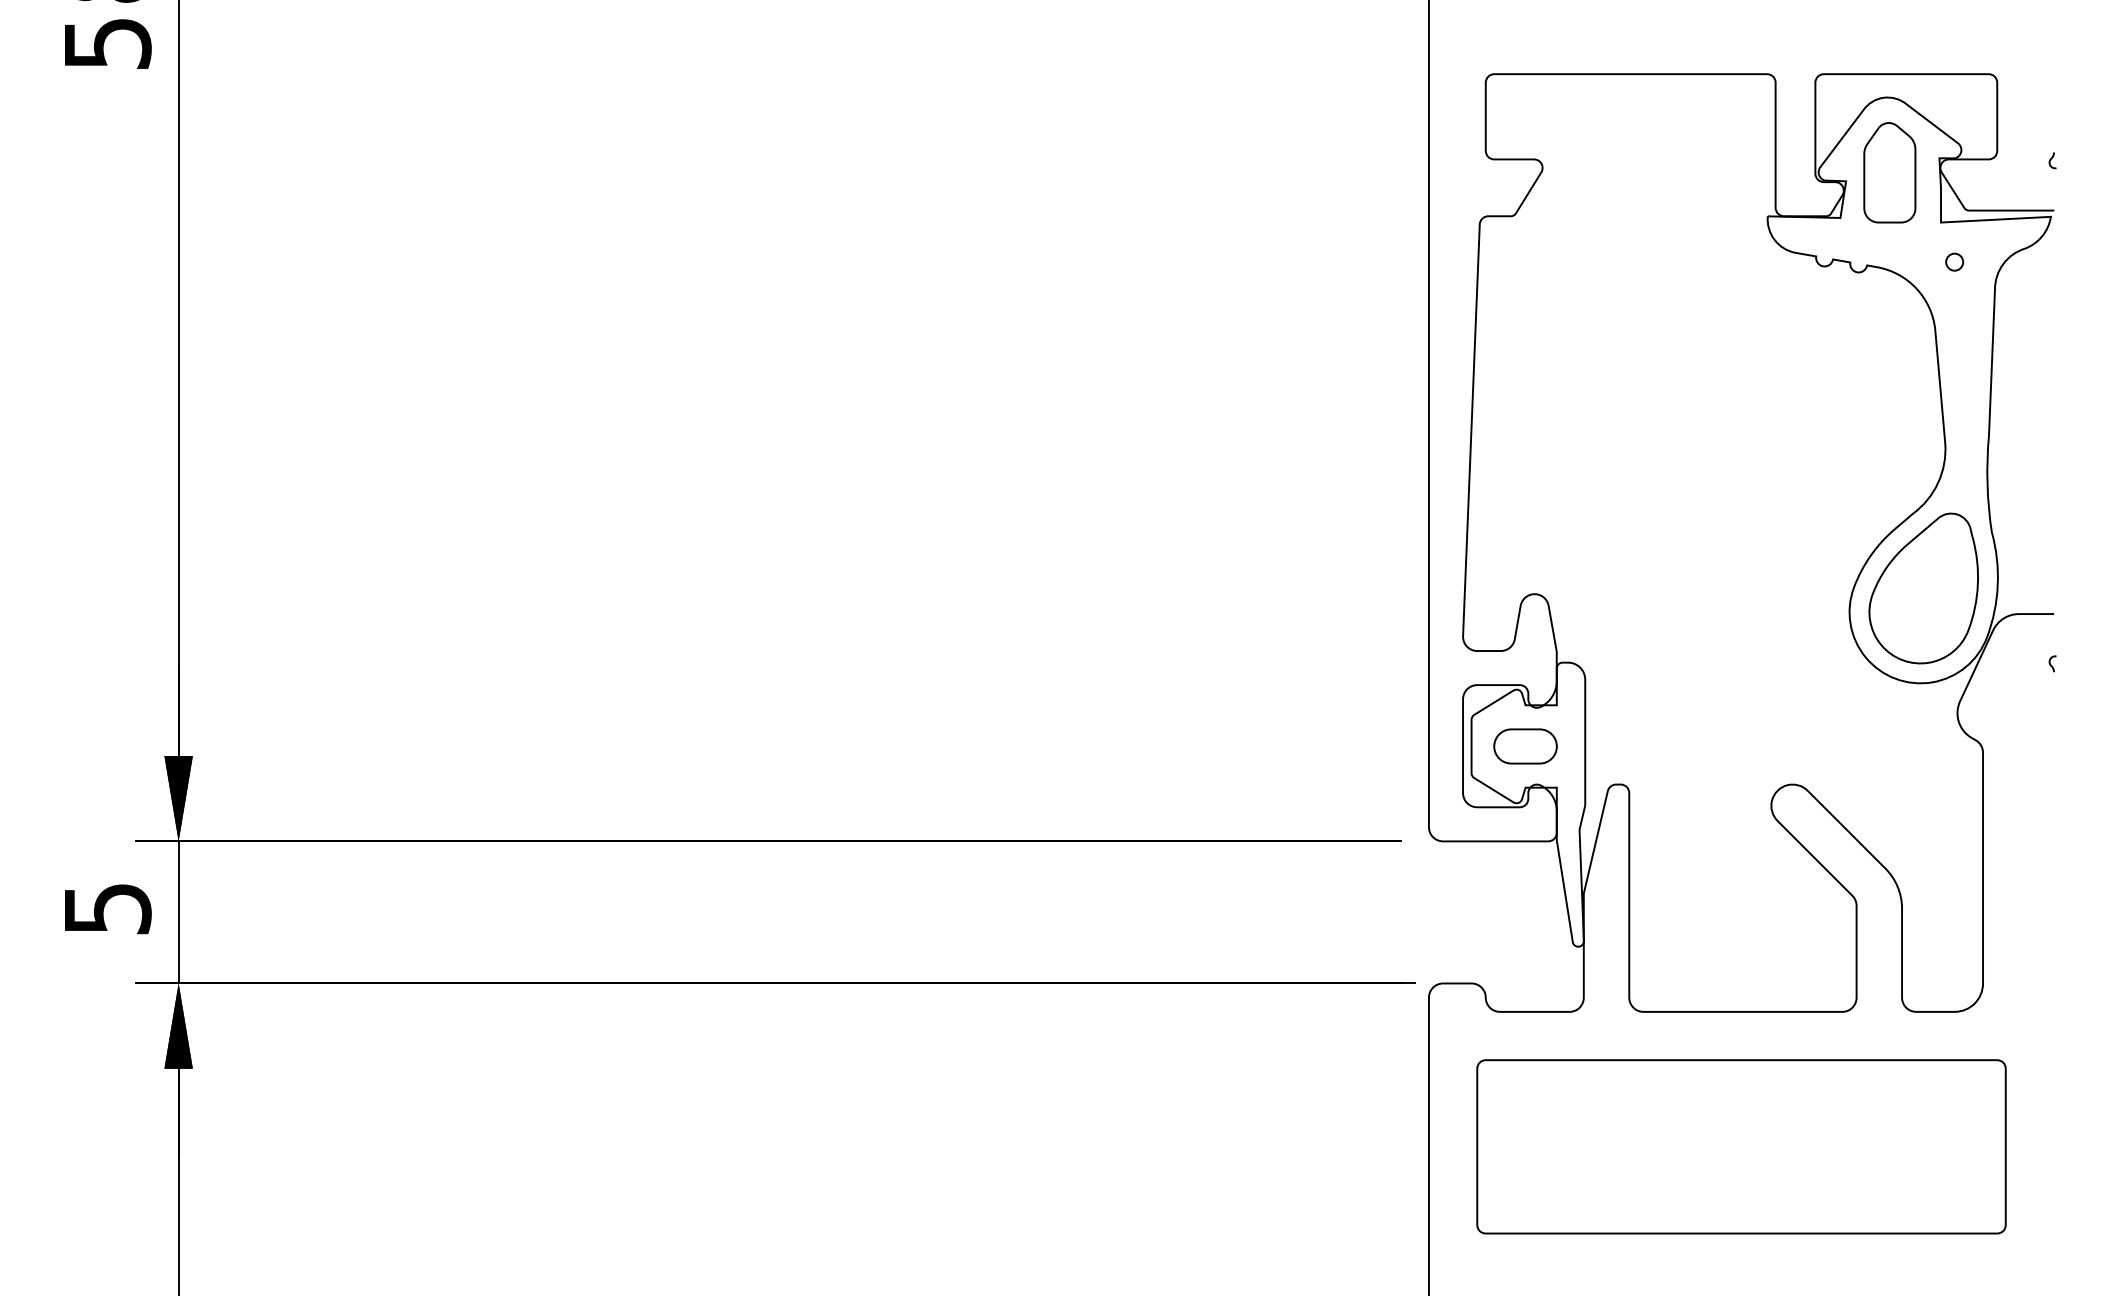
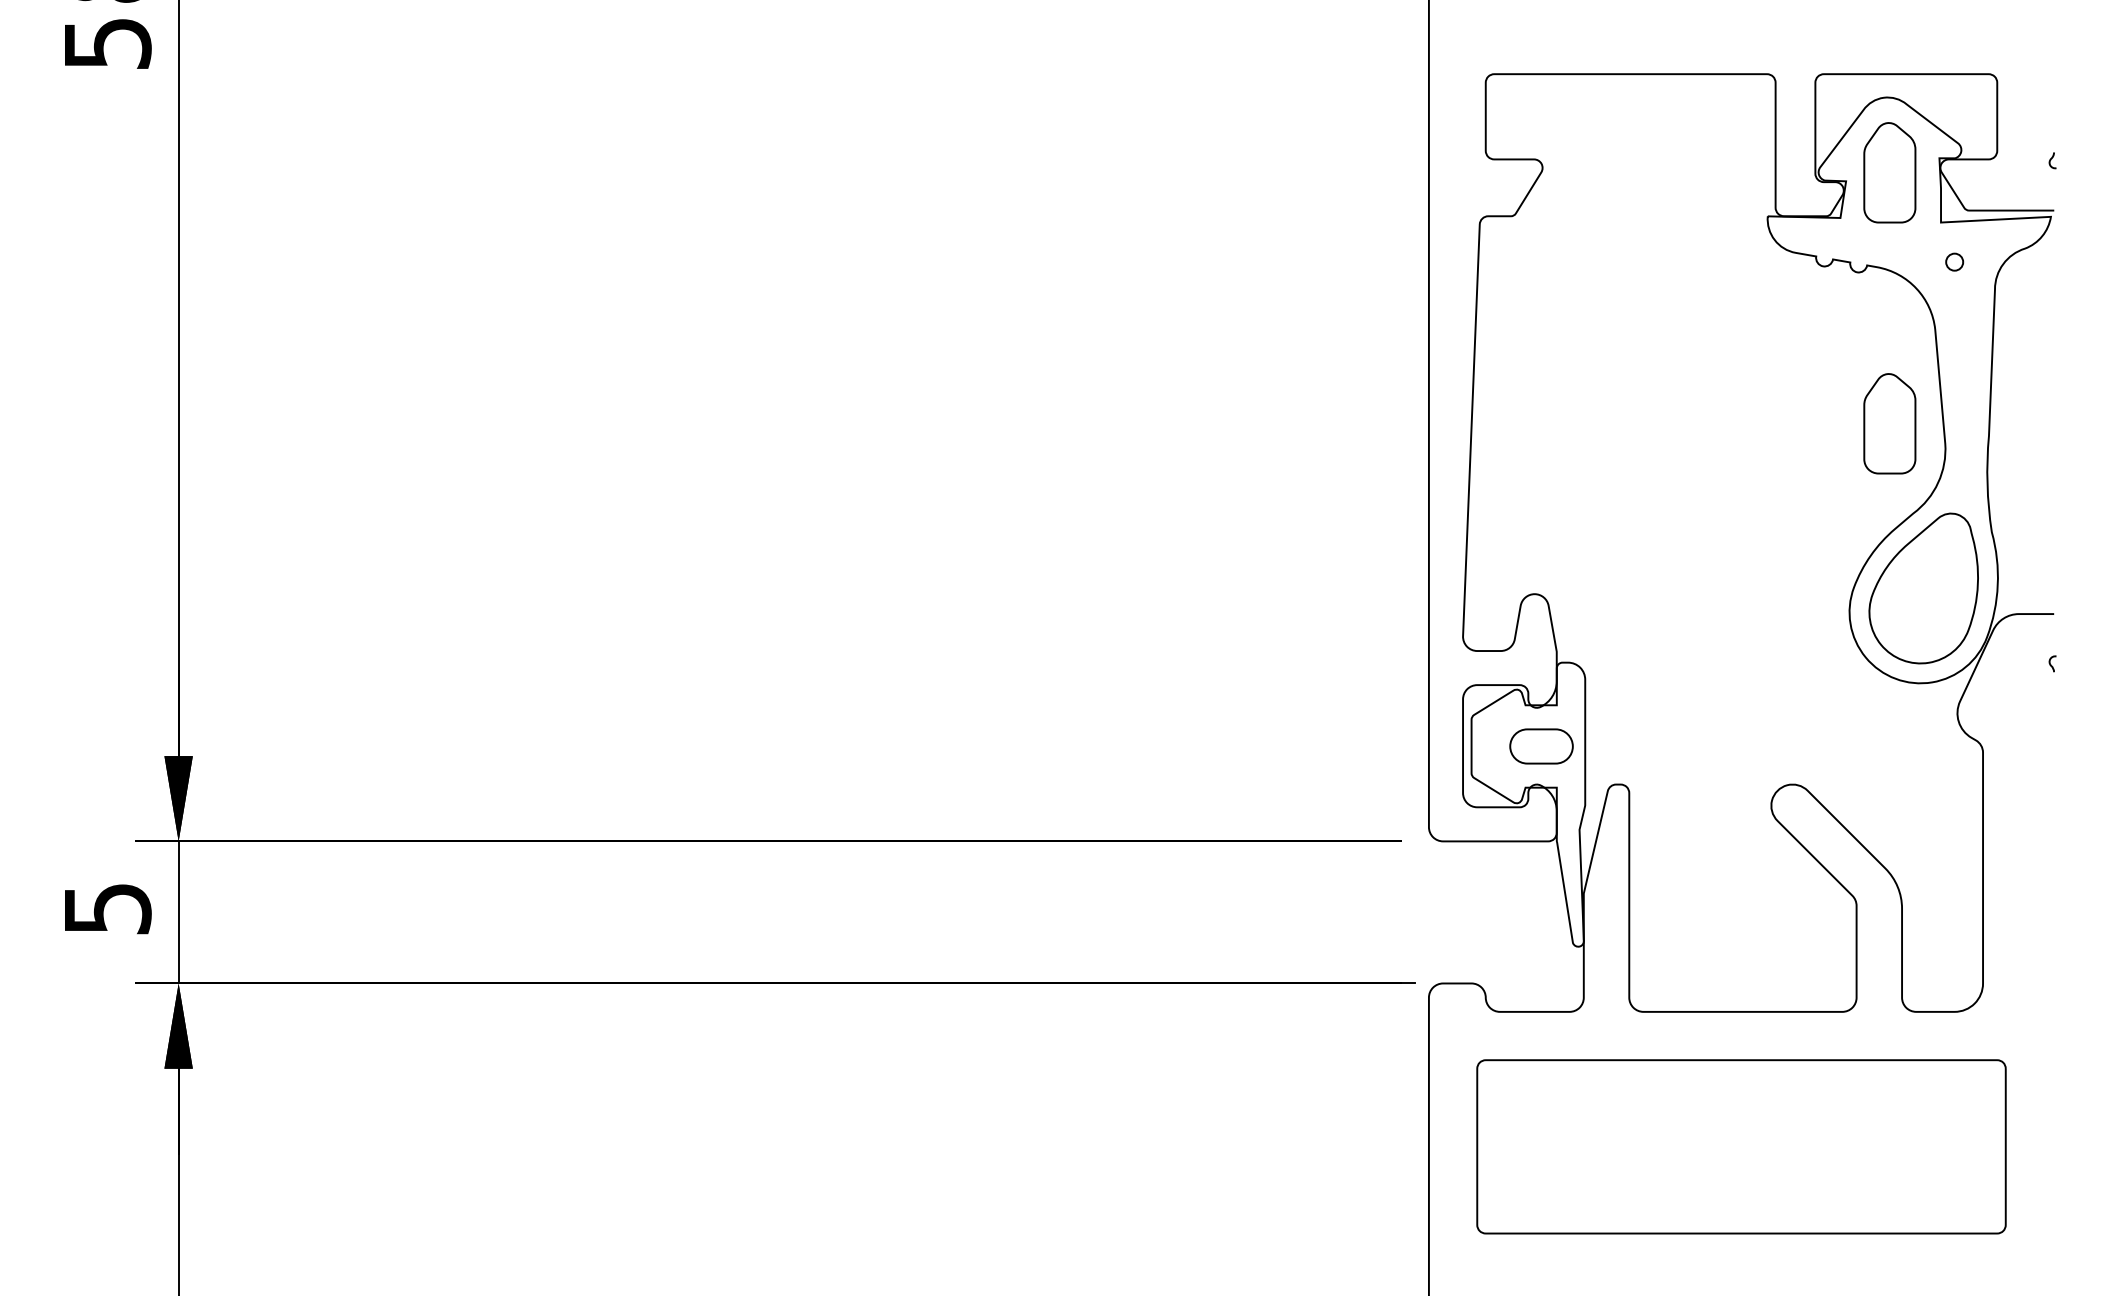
part at (1889, 423): none -> present
part at (1525, 746) position: (1525, 746) -> (1541, 746)
